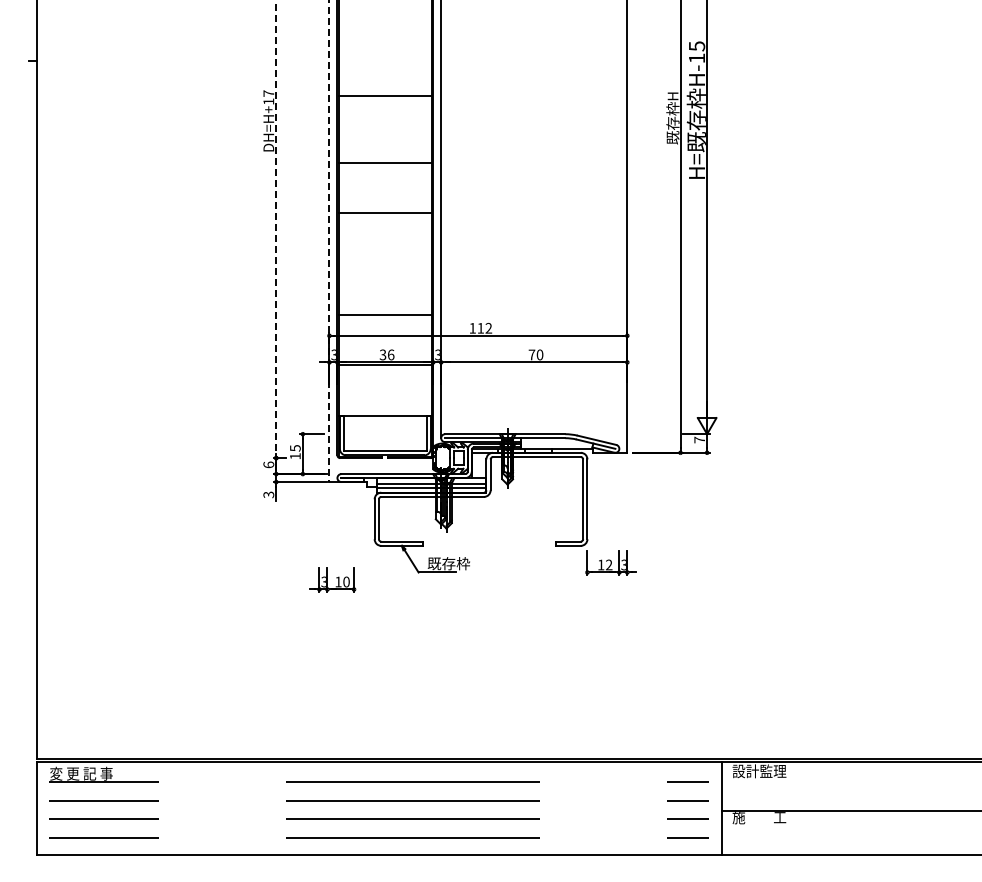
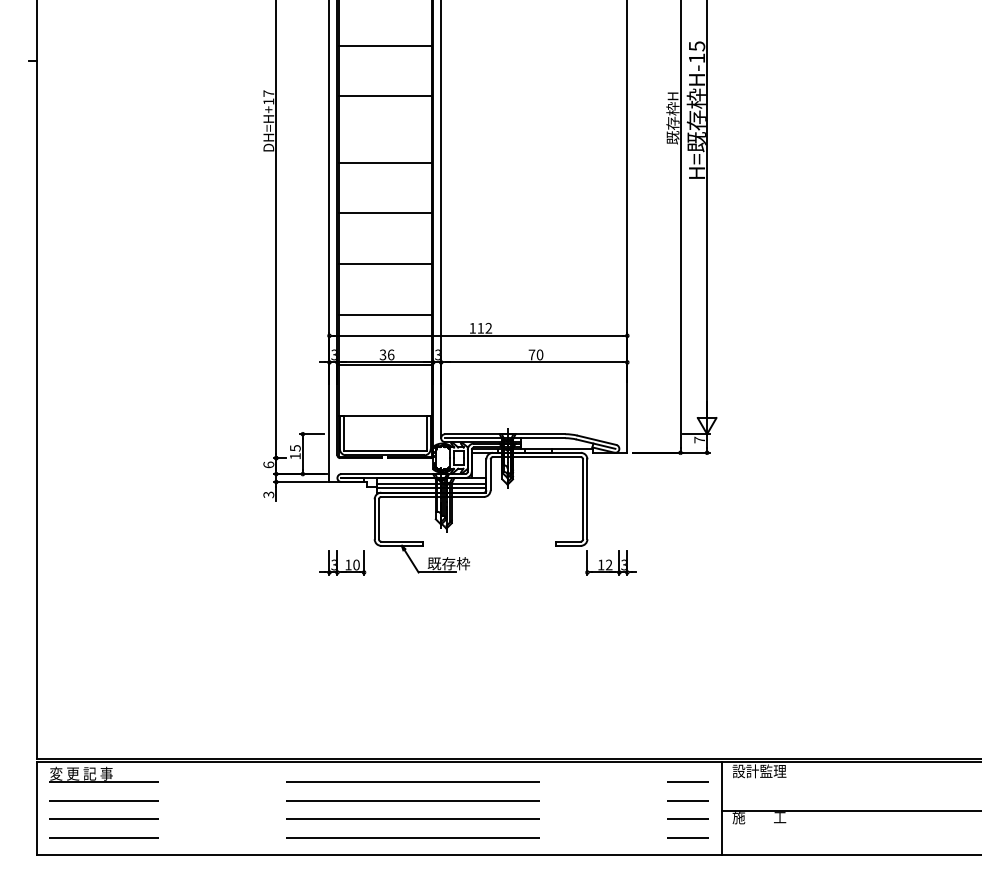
line at (385, 45): none -> present
line at (276, 227): dashed -> solid
line at (329, 241): dashed -> solid
line at (385, 263): none -> present
part at (332, 579) position: (332, 579) -> (342, 562)
